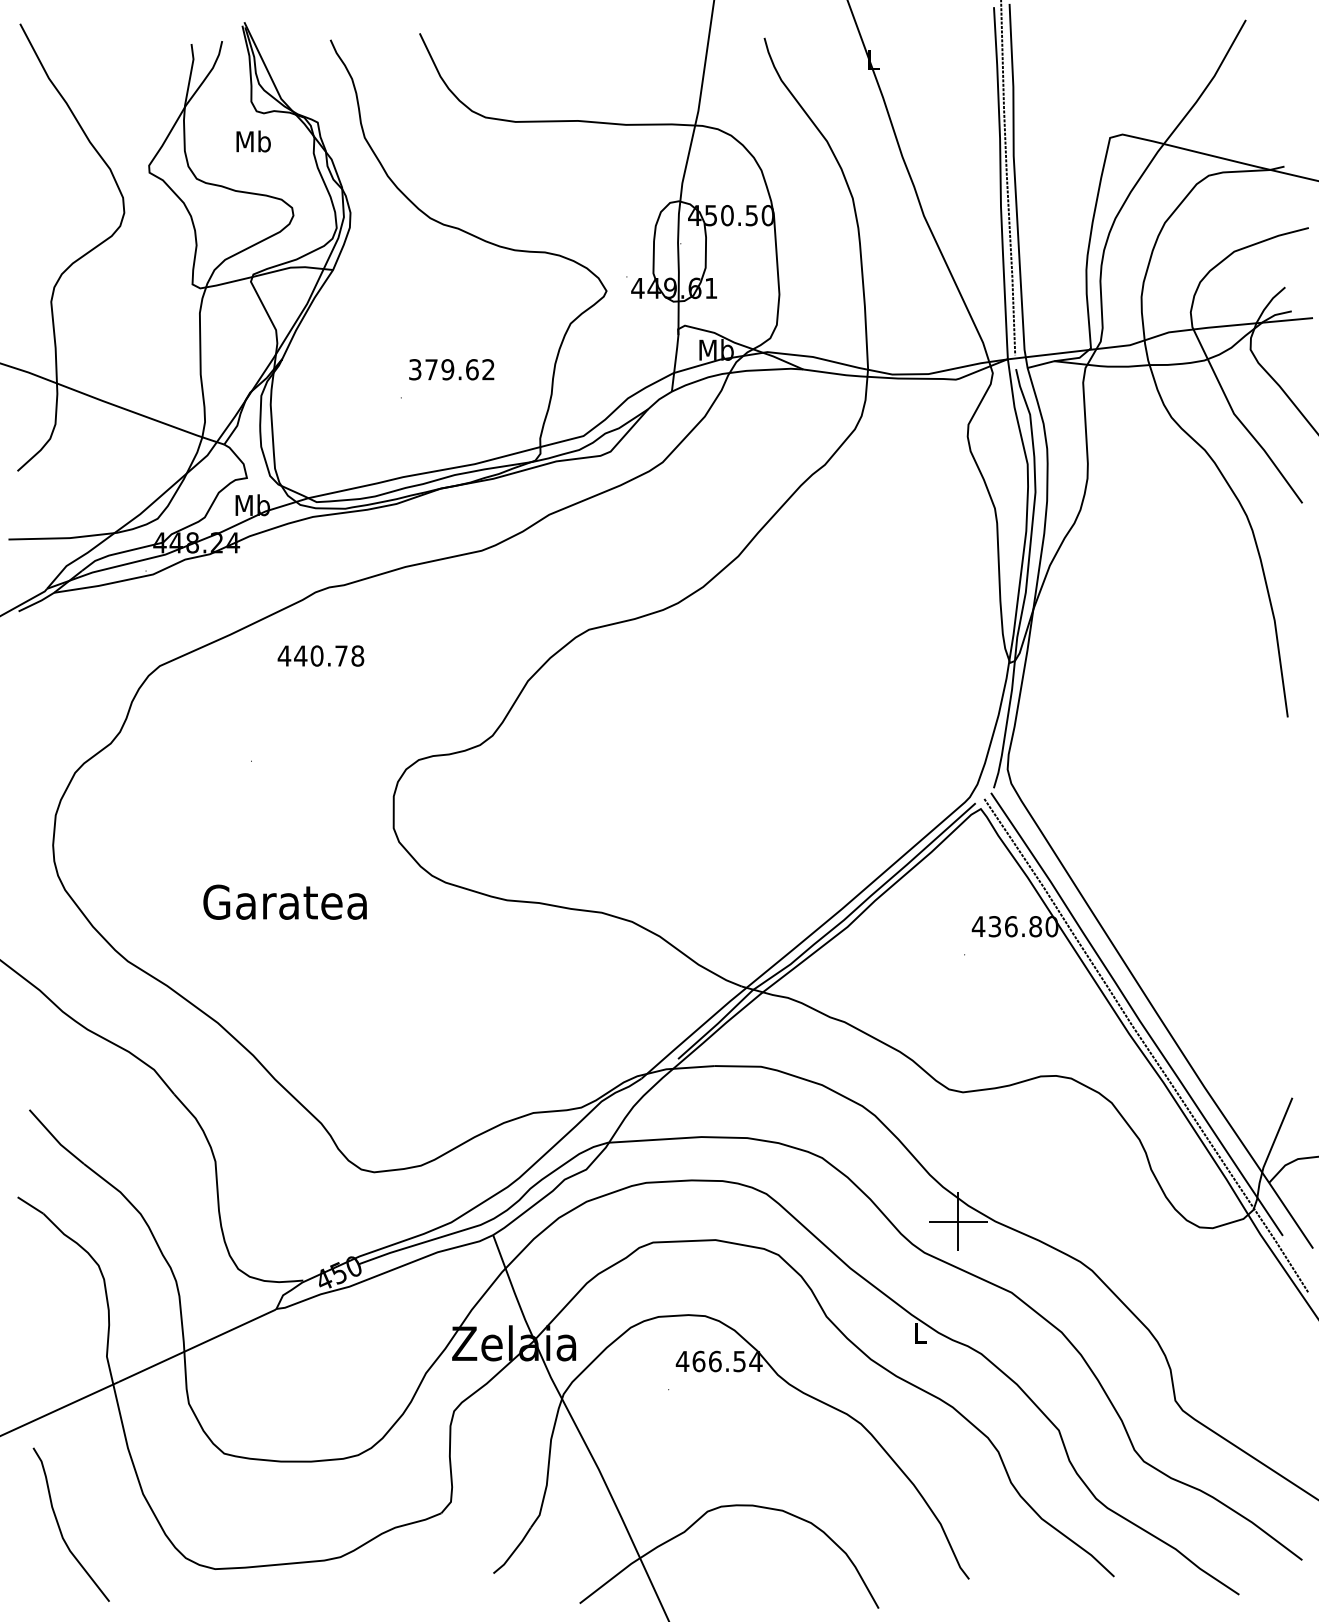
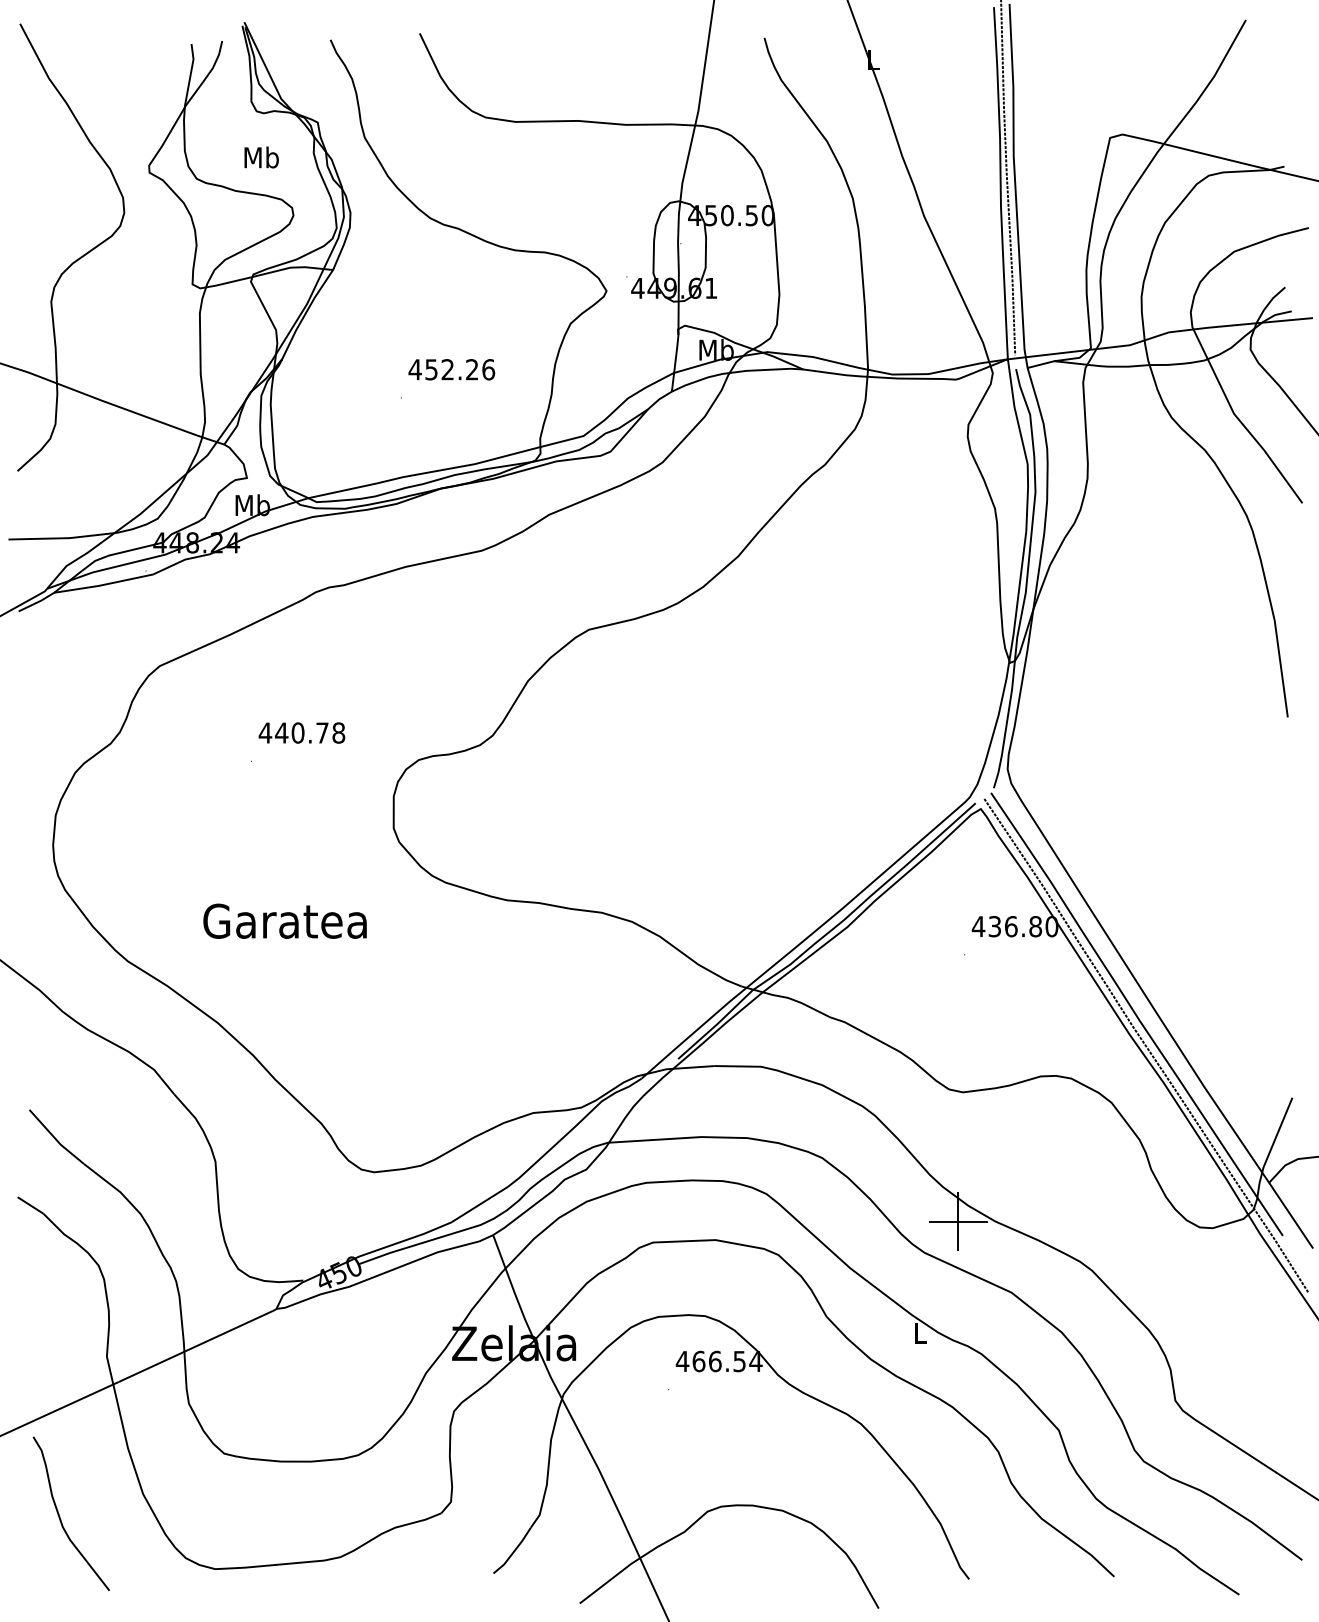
text at (253, 141) position: (253, 141) -> (261, 157)
text at (451, 369): 379.62 -> 452.26
text at (320, 655) position: (320, 655) -> (301, 732)
text at (284, 901) position: (284, 901) -> (284, 920)
curve at (60, 1527) position: (60, 1527) -> (60, 1516)
